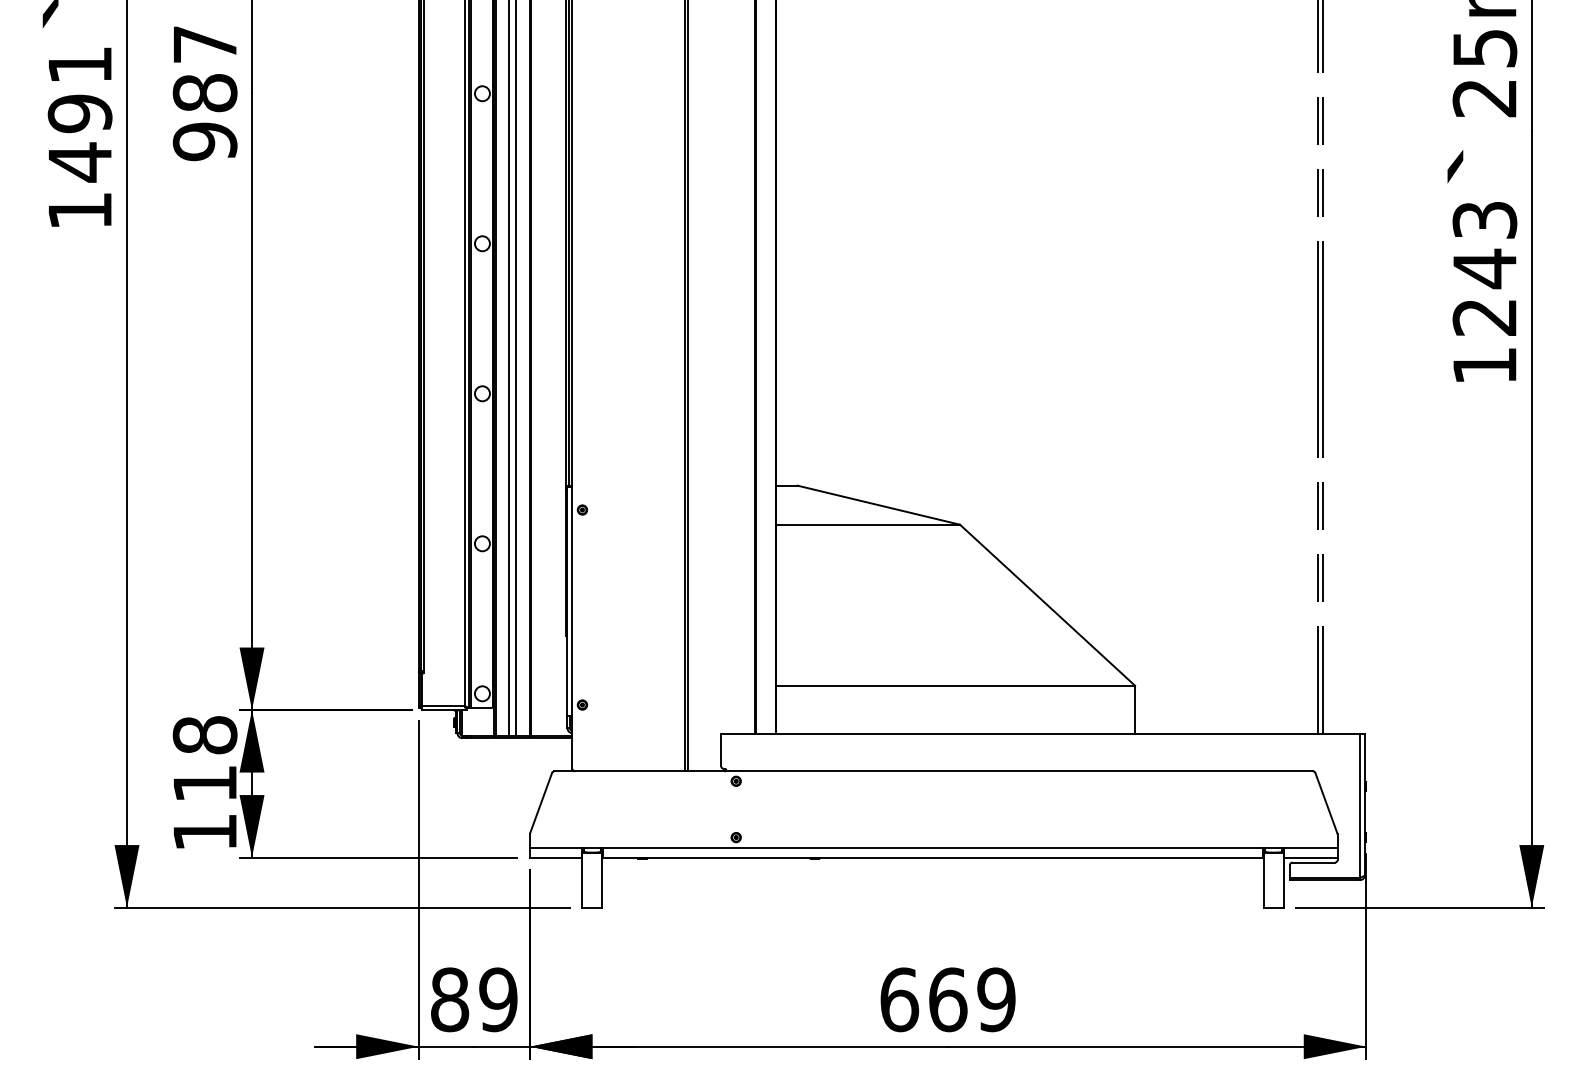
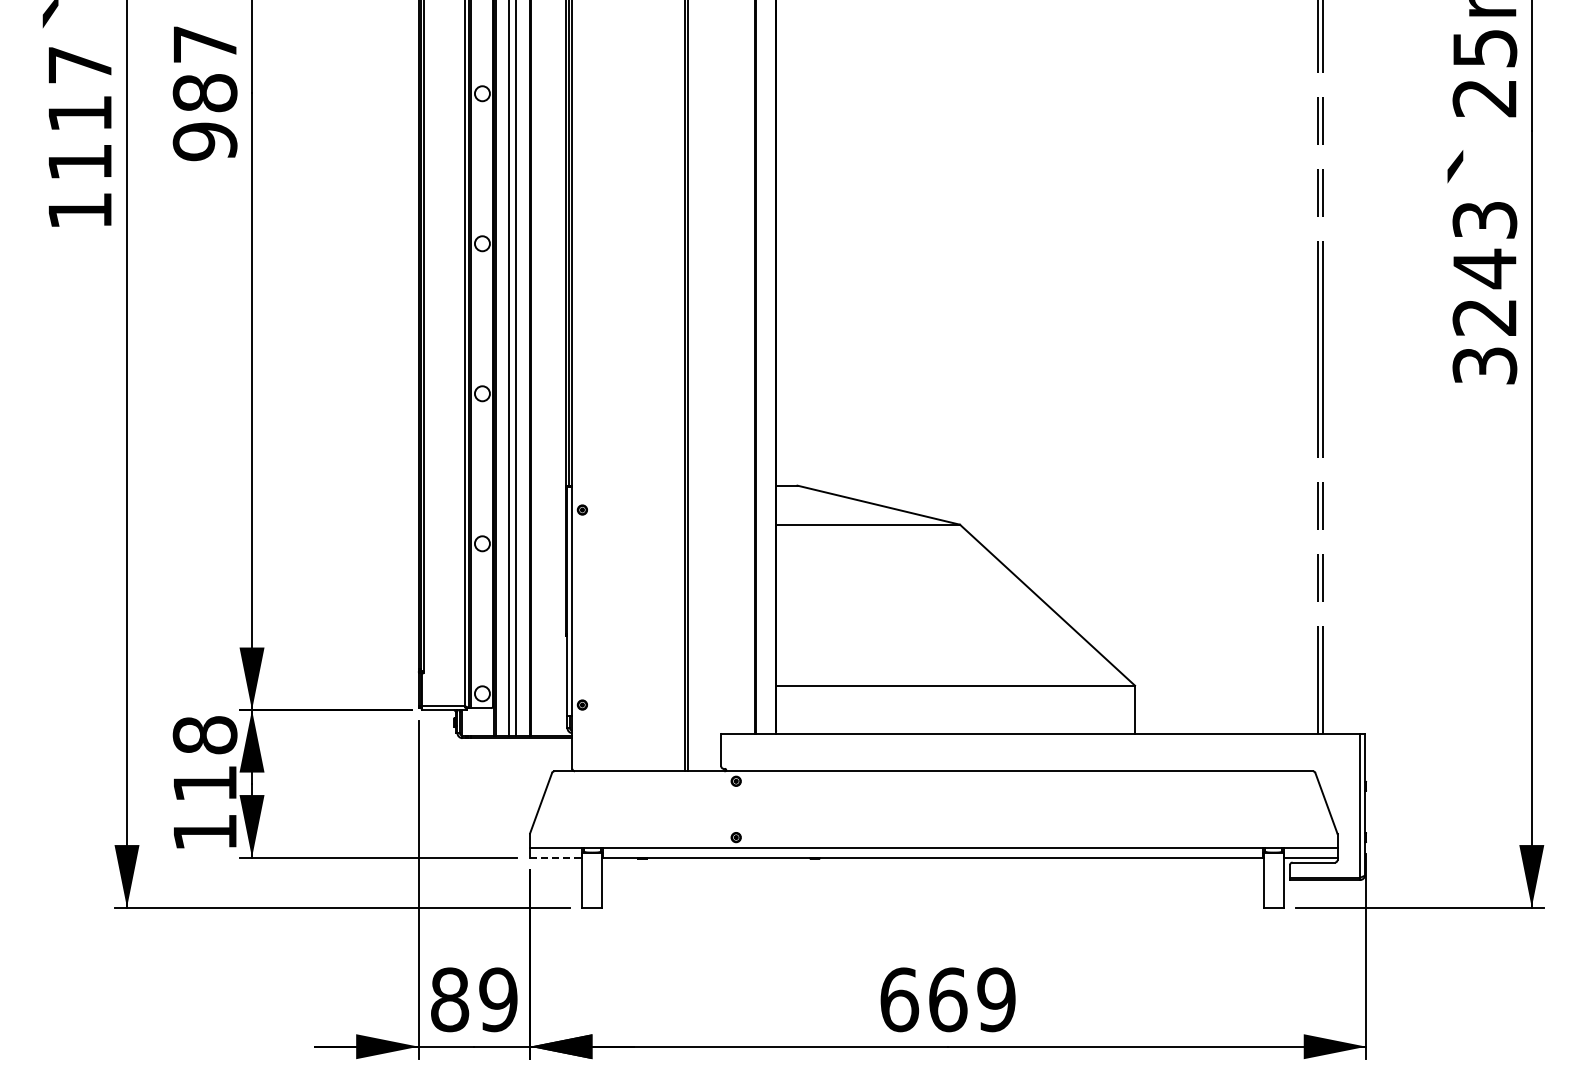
text at (79, 114): 1491 -> 1117
text at (1484, 365): 1243 -> 3243
line at (556, 857): solid -> dashed
